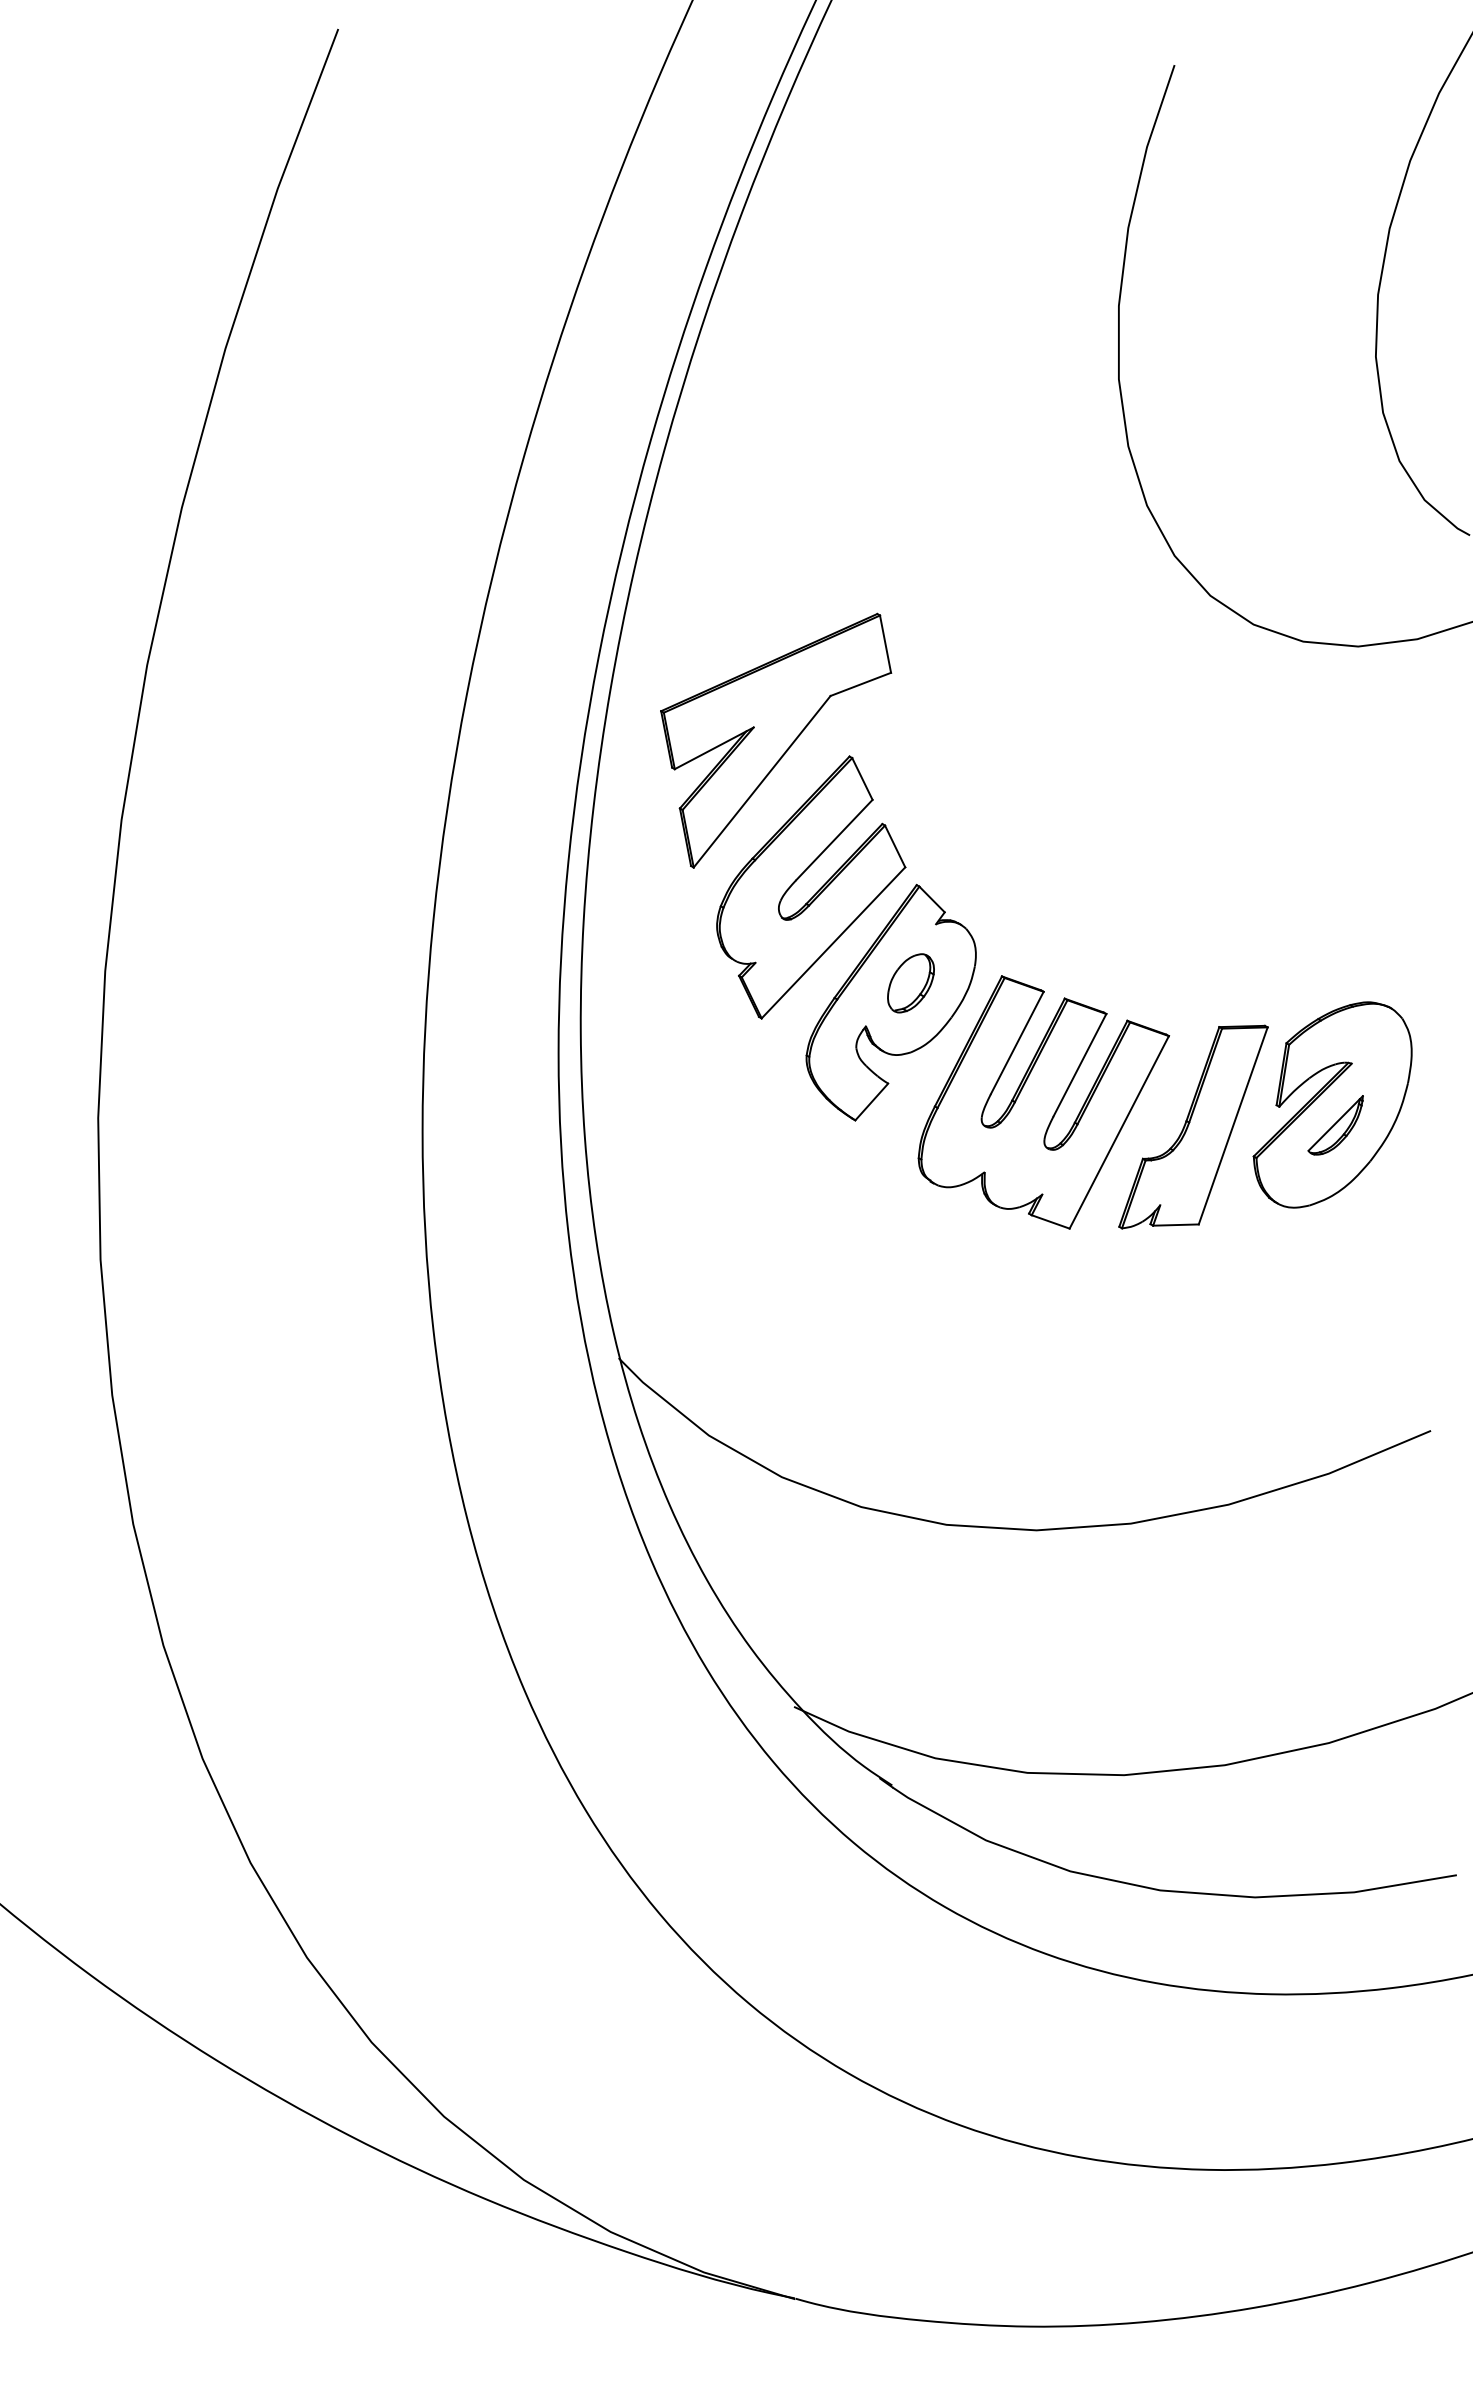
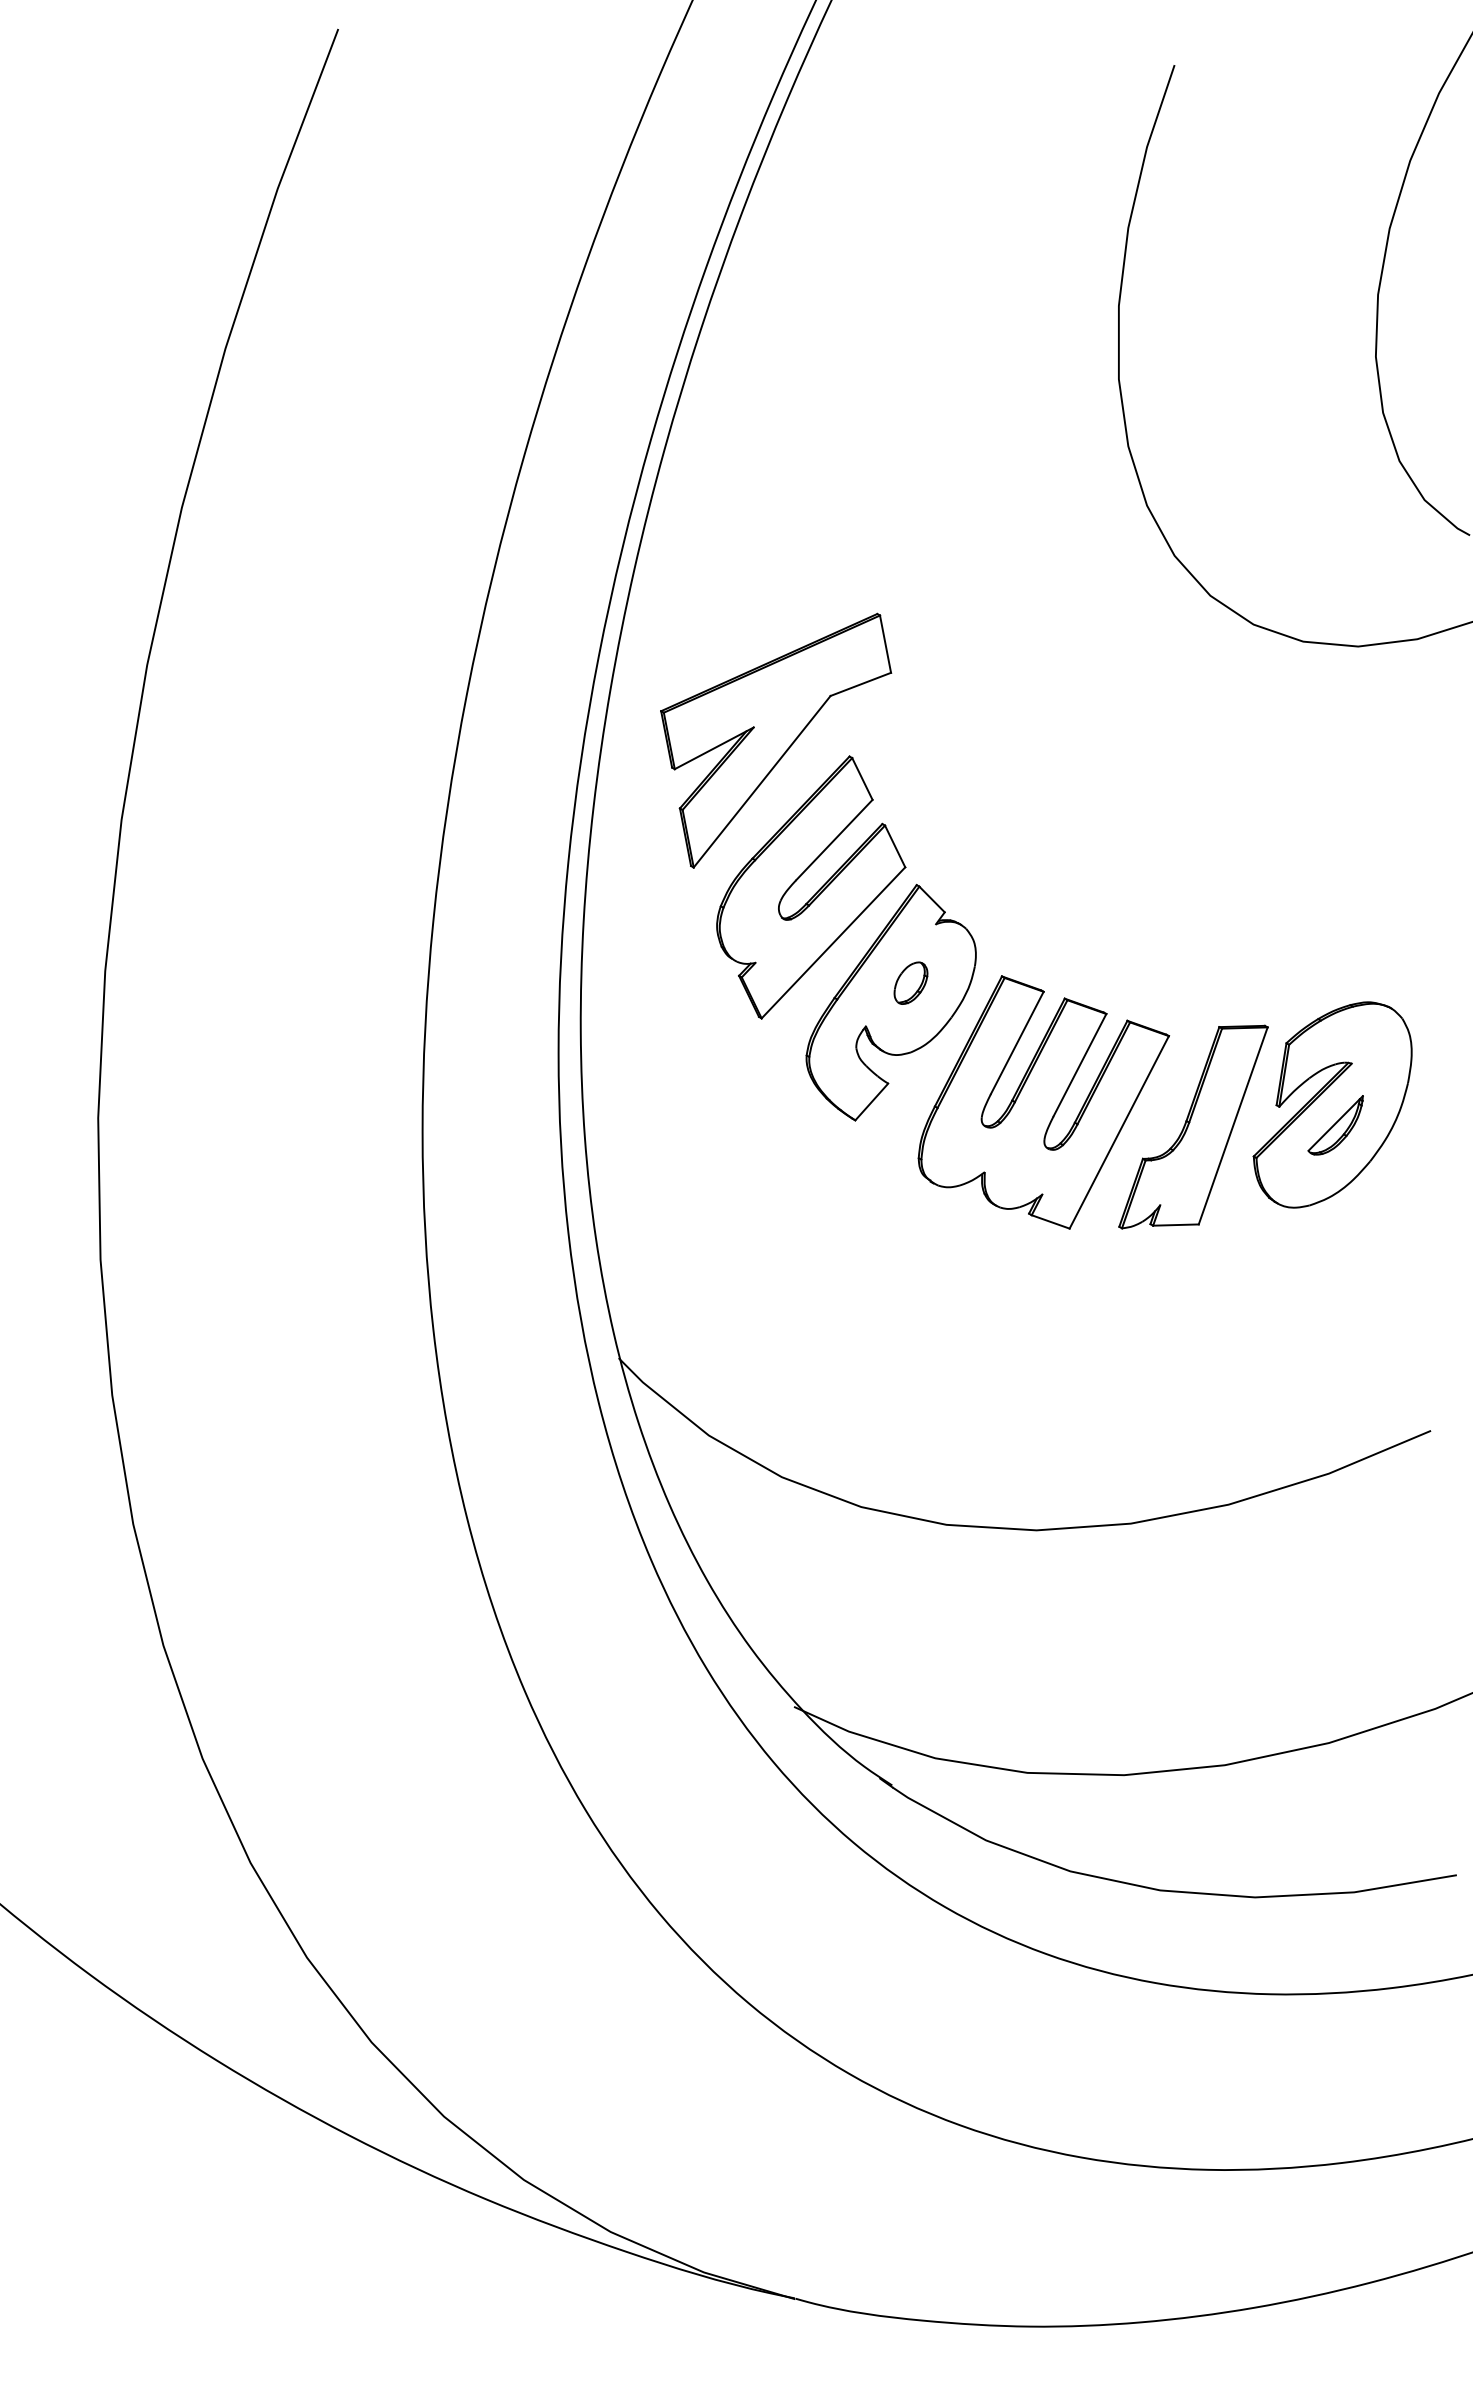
part at (910, 983) size: 48x61 px -> 36x44 px
